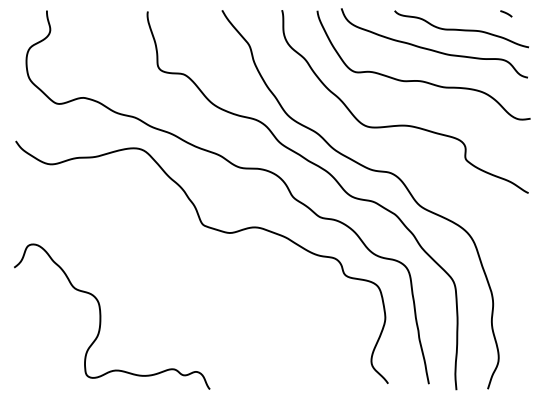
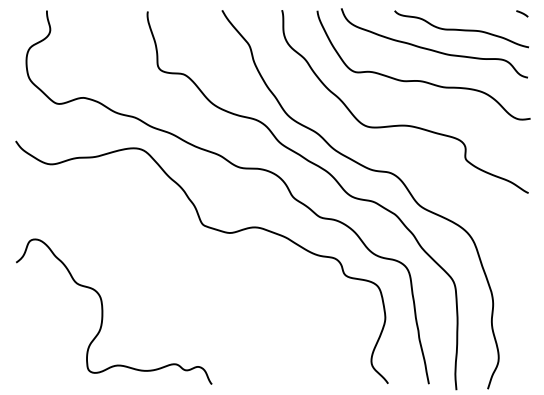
curve at (506, 13) position: (506, 13) -> (522, 13)
curve at (101, 316) position: (101, 316) -> (103, 311)
